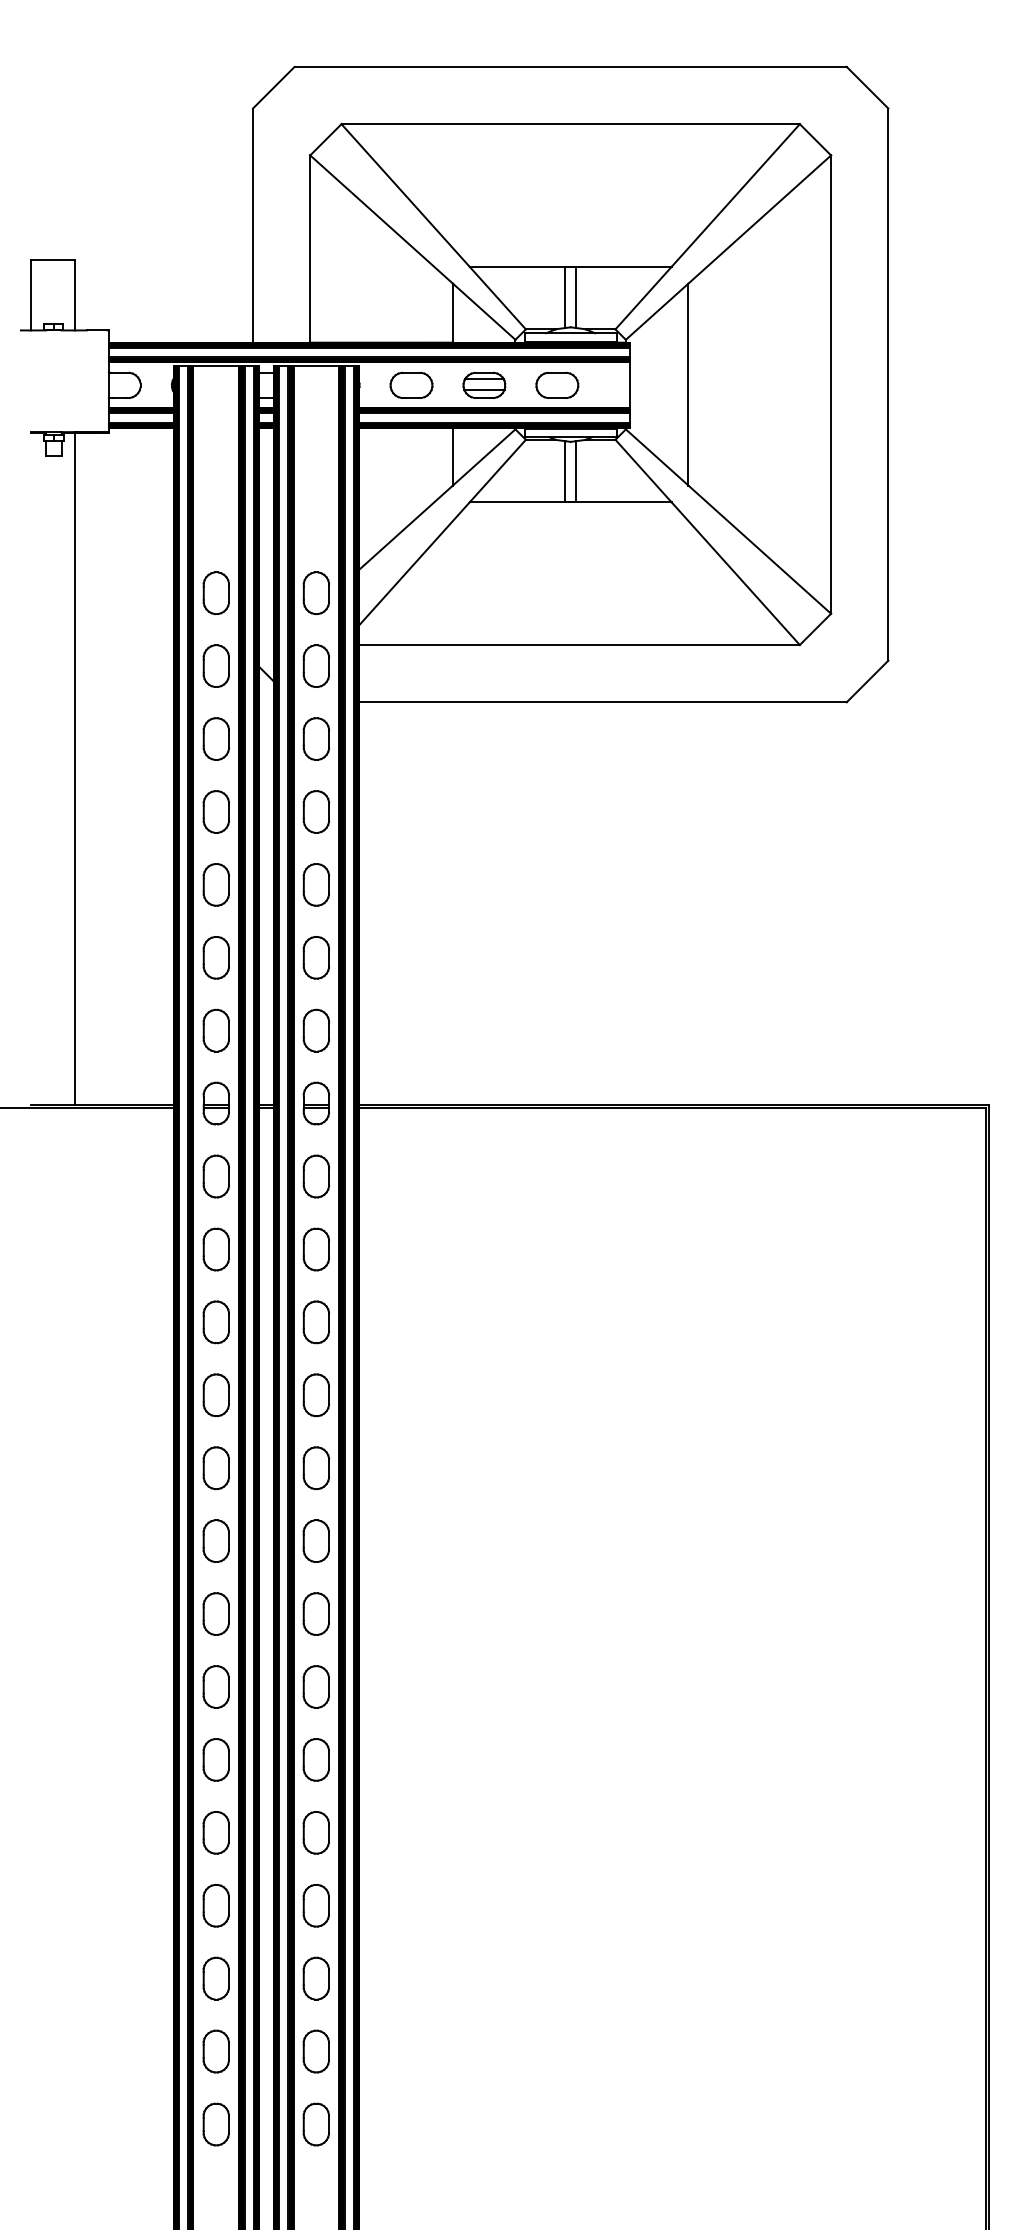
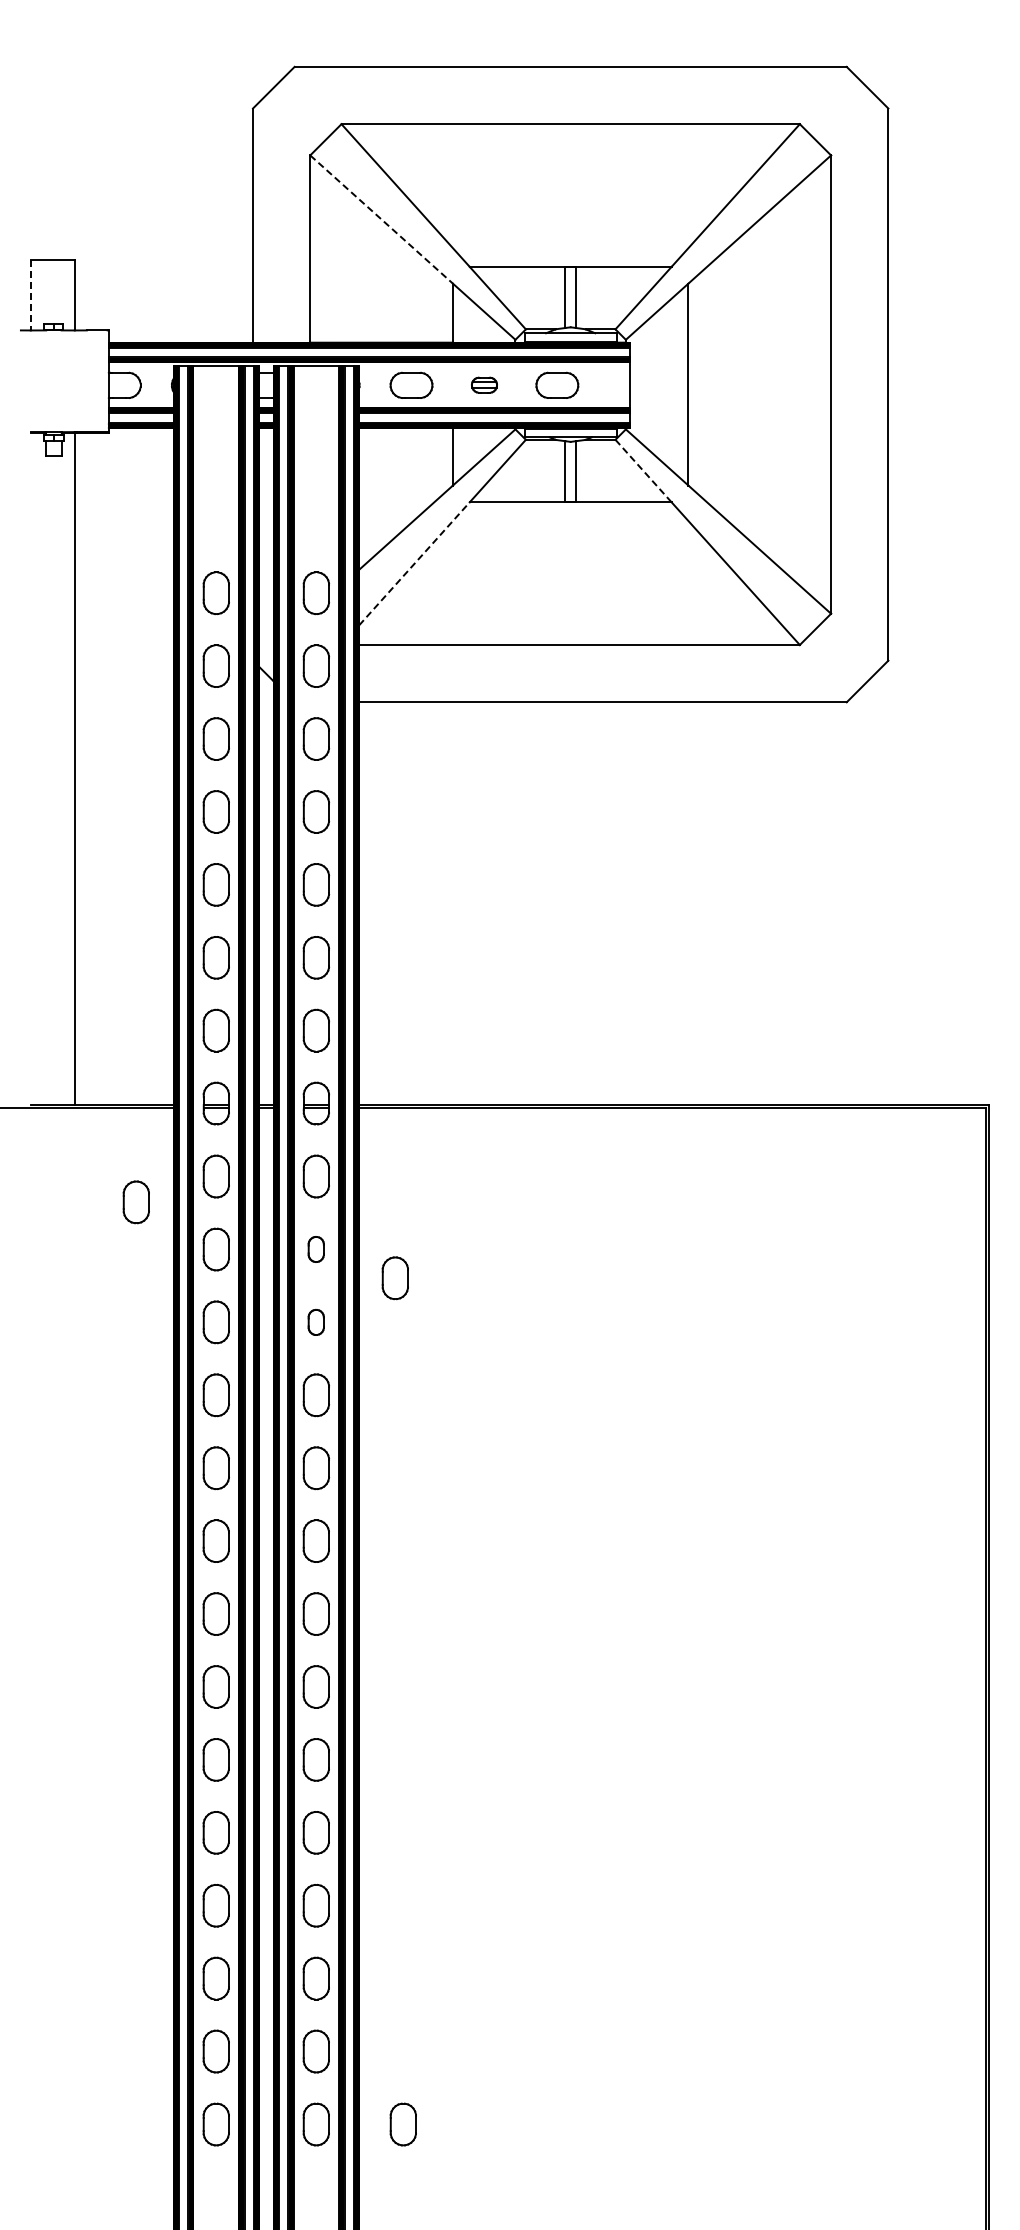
line at (381, 219): solid -> dashed
line at (30, 295): solid -> dashed
part at (484, 384) size: 45x28 px -> 27x18 px
line at (643, 471): solid -> dashed
line at (414, 563): solid -> dashed
part at (135, 1202): none -> present
part at (315, 1249) size: 28x45 px -> 18x27 px
part at (394, 1278): none -> present
part at (315, 1322) size: 28x45 px -> 18x27 px
part at (402, 2124): none -> present
